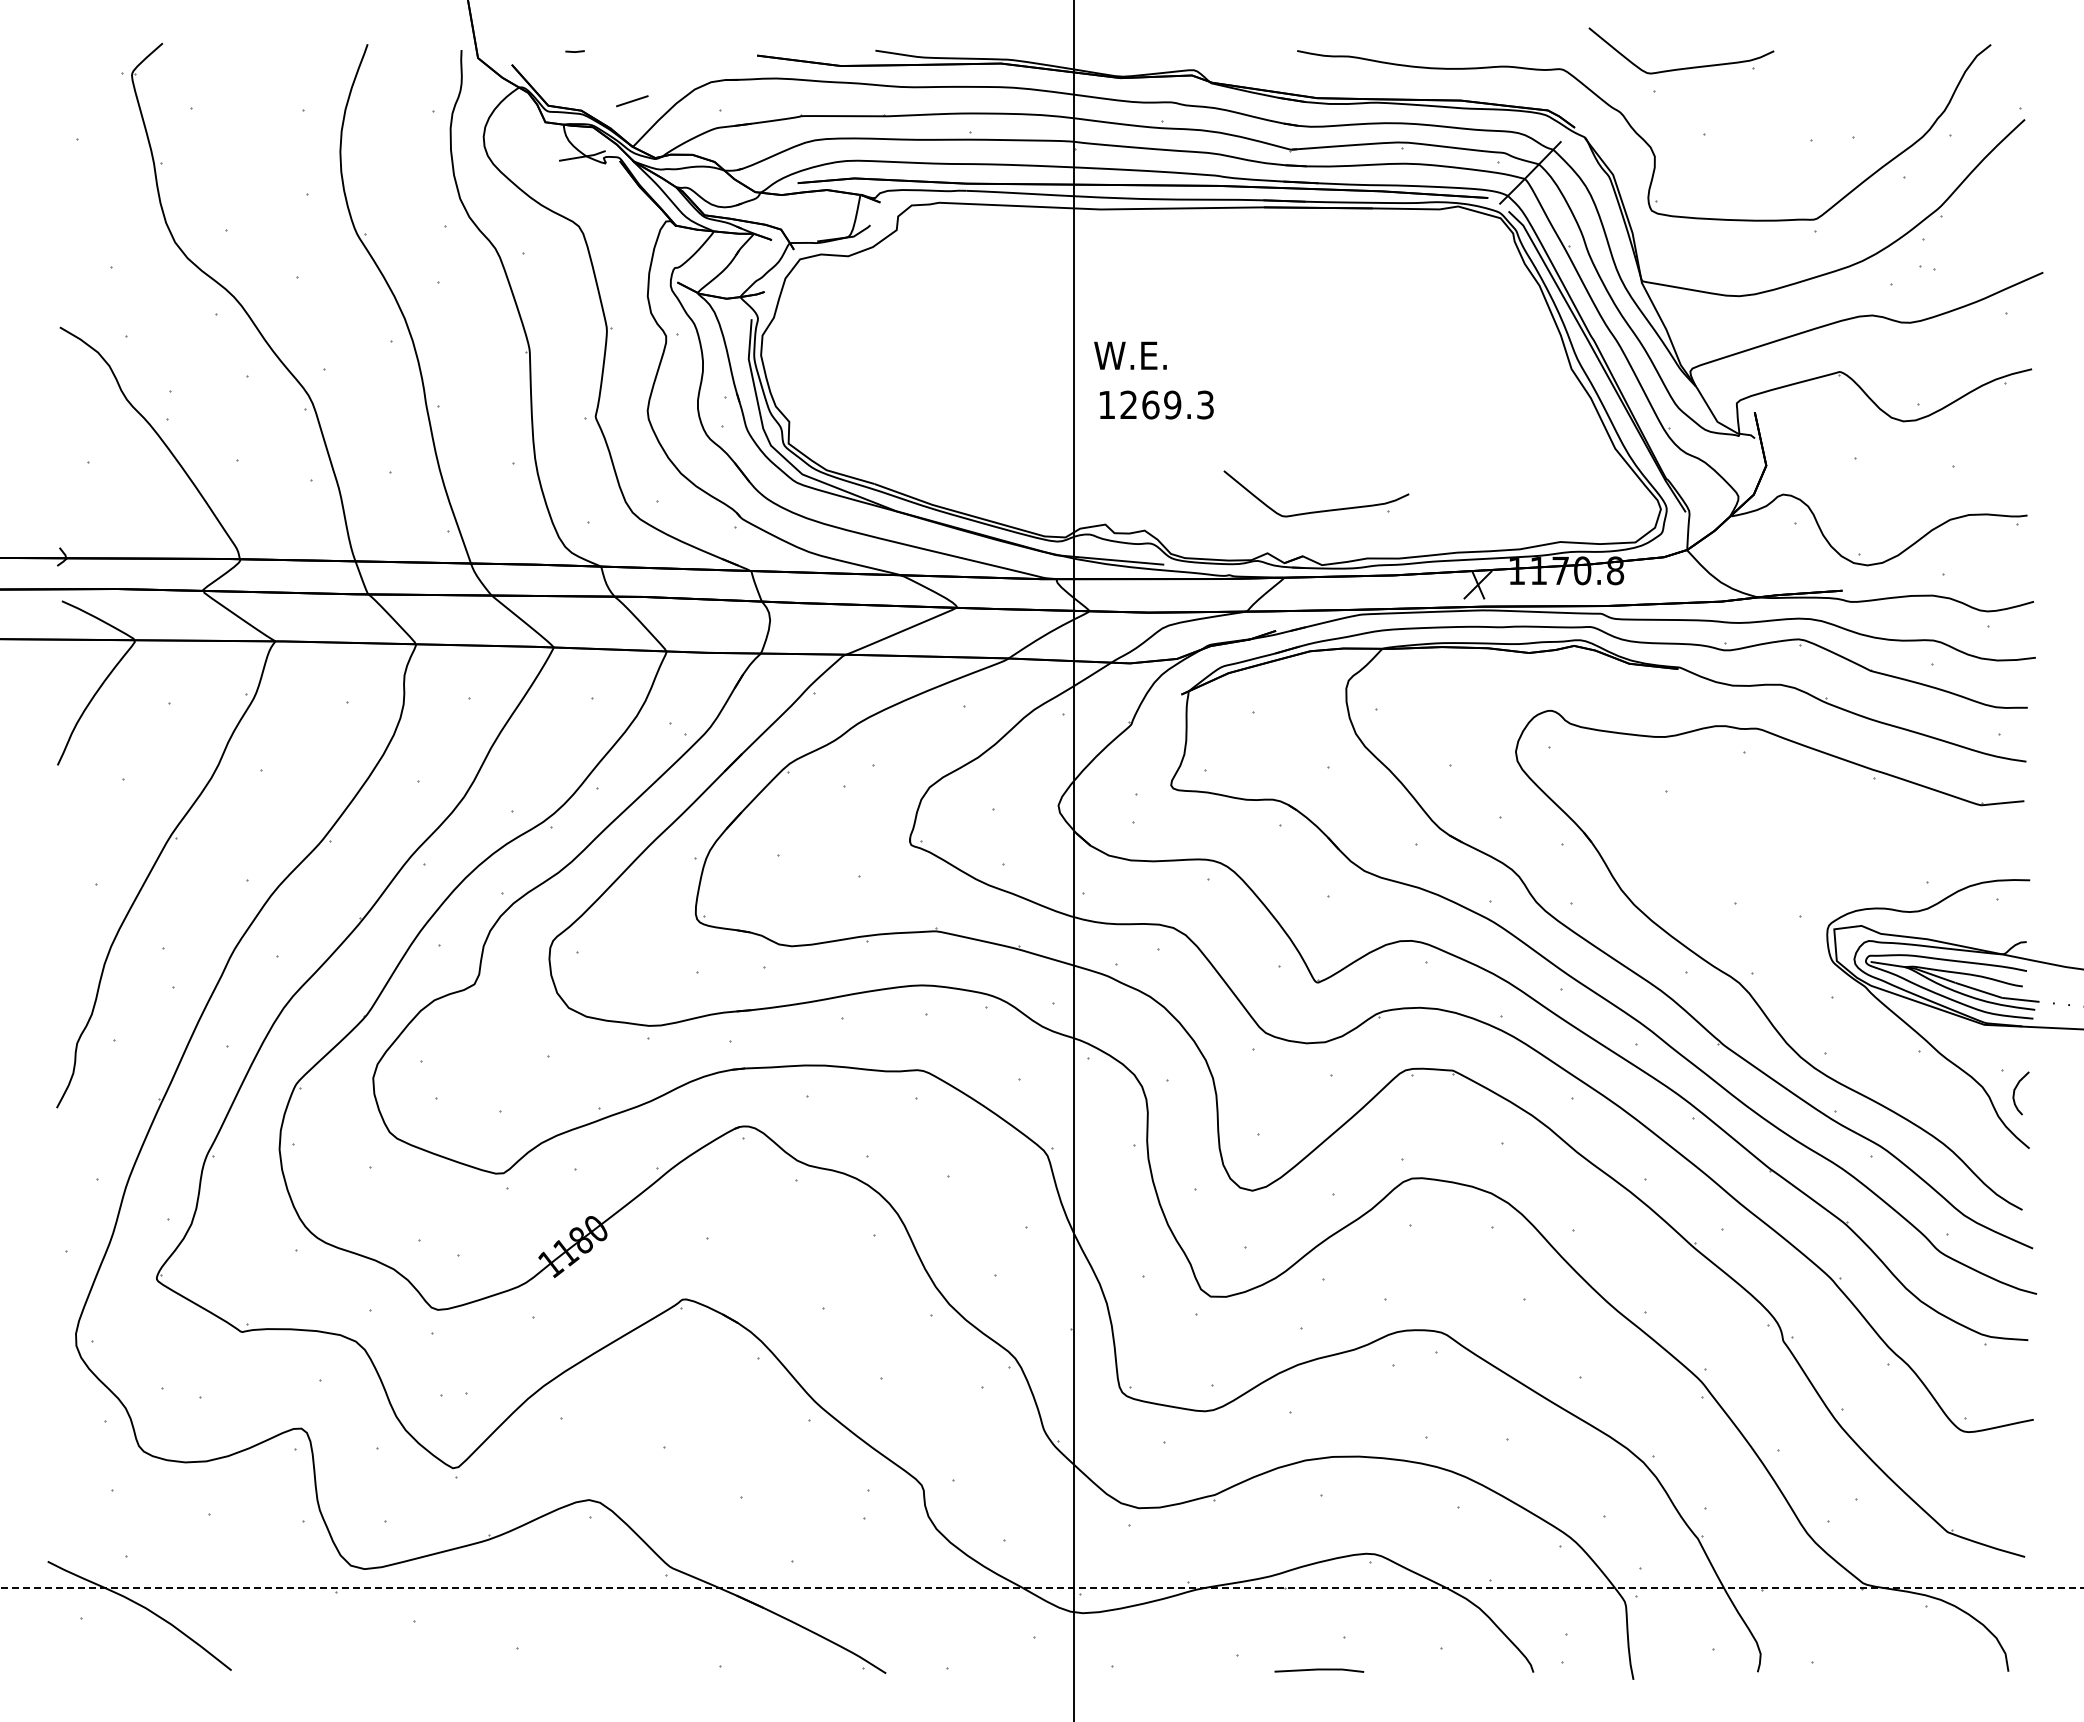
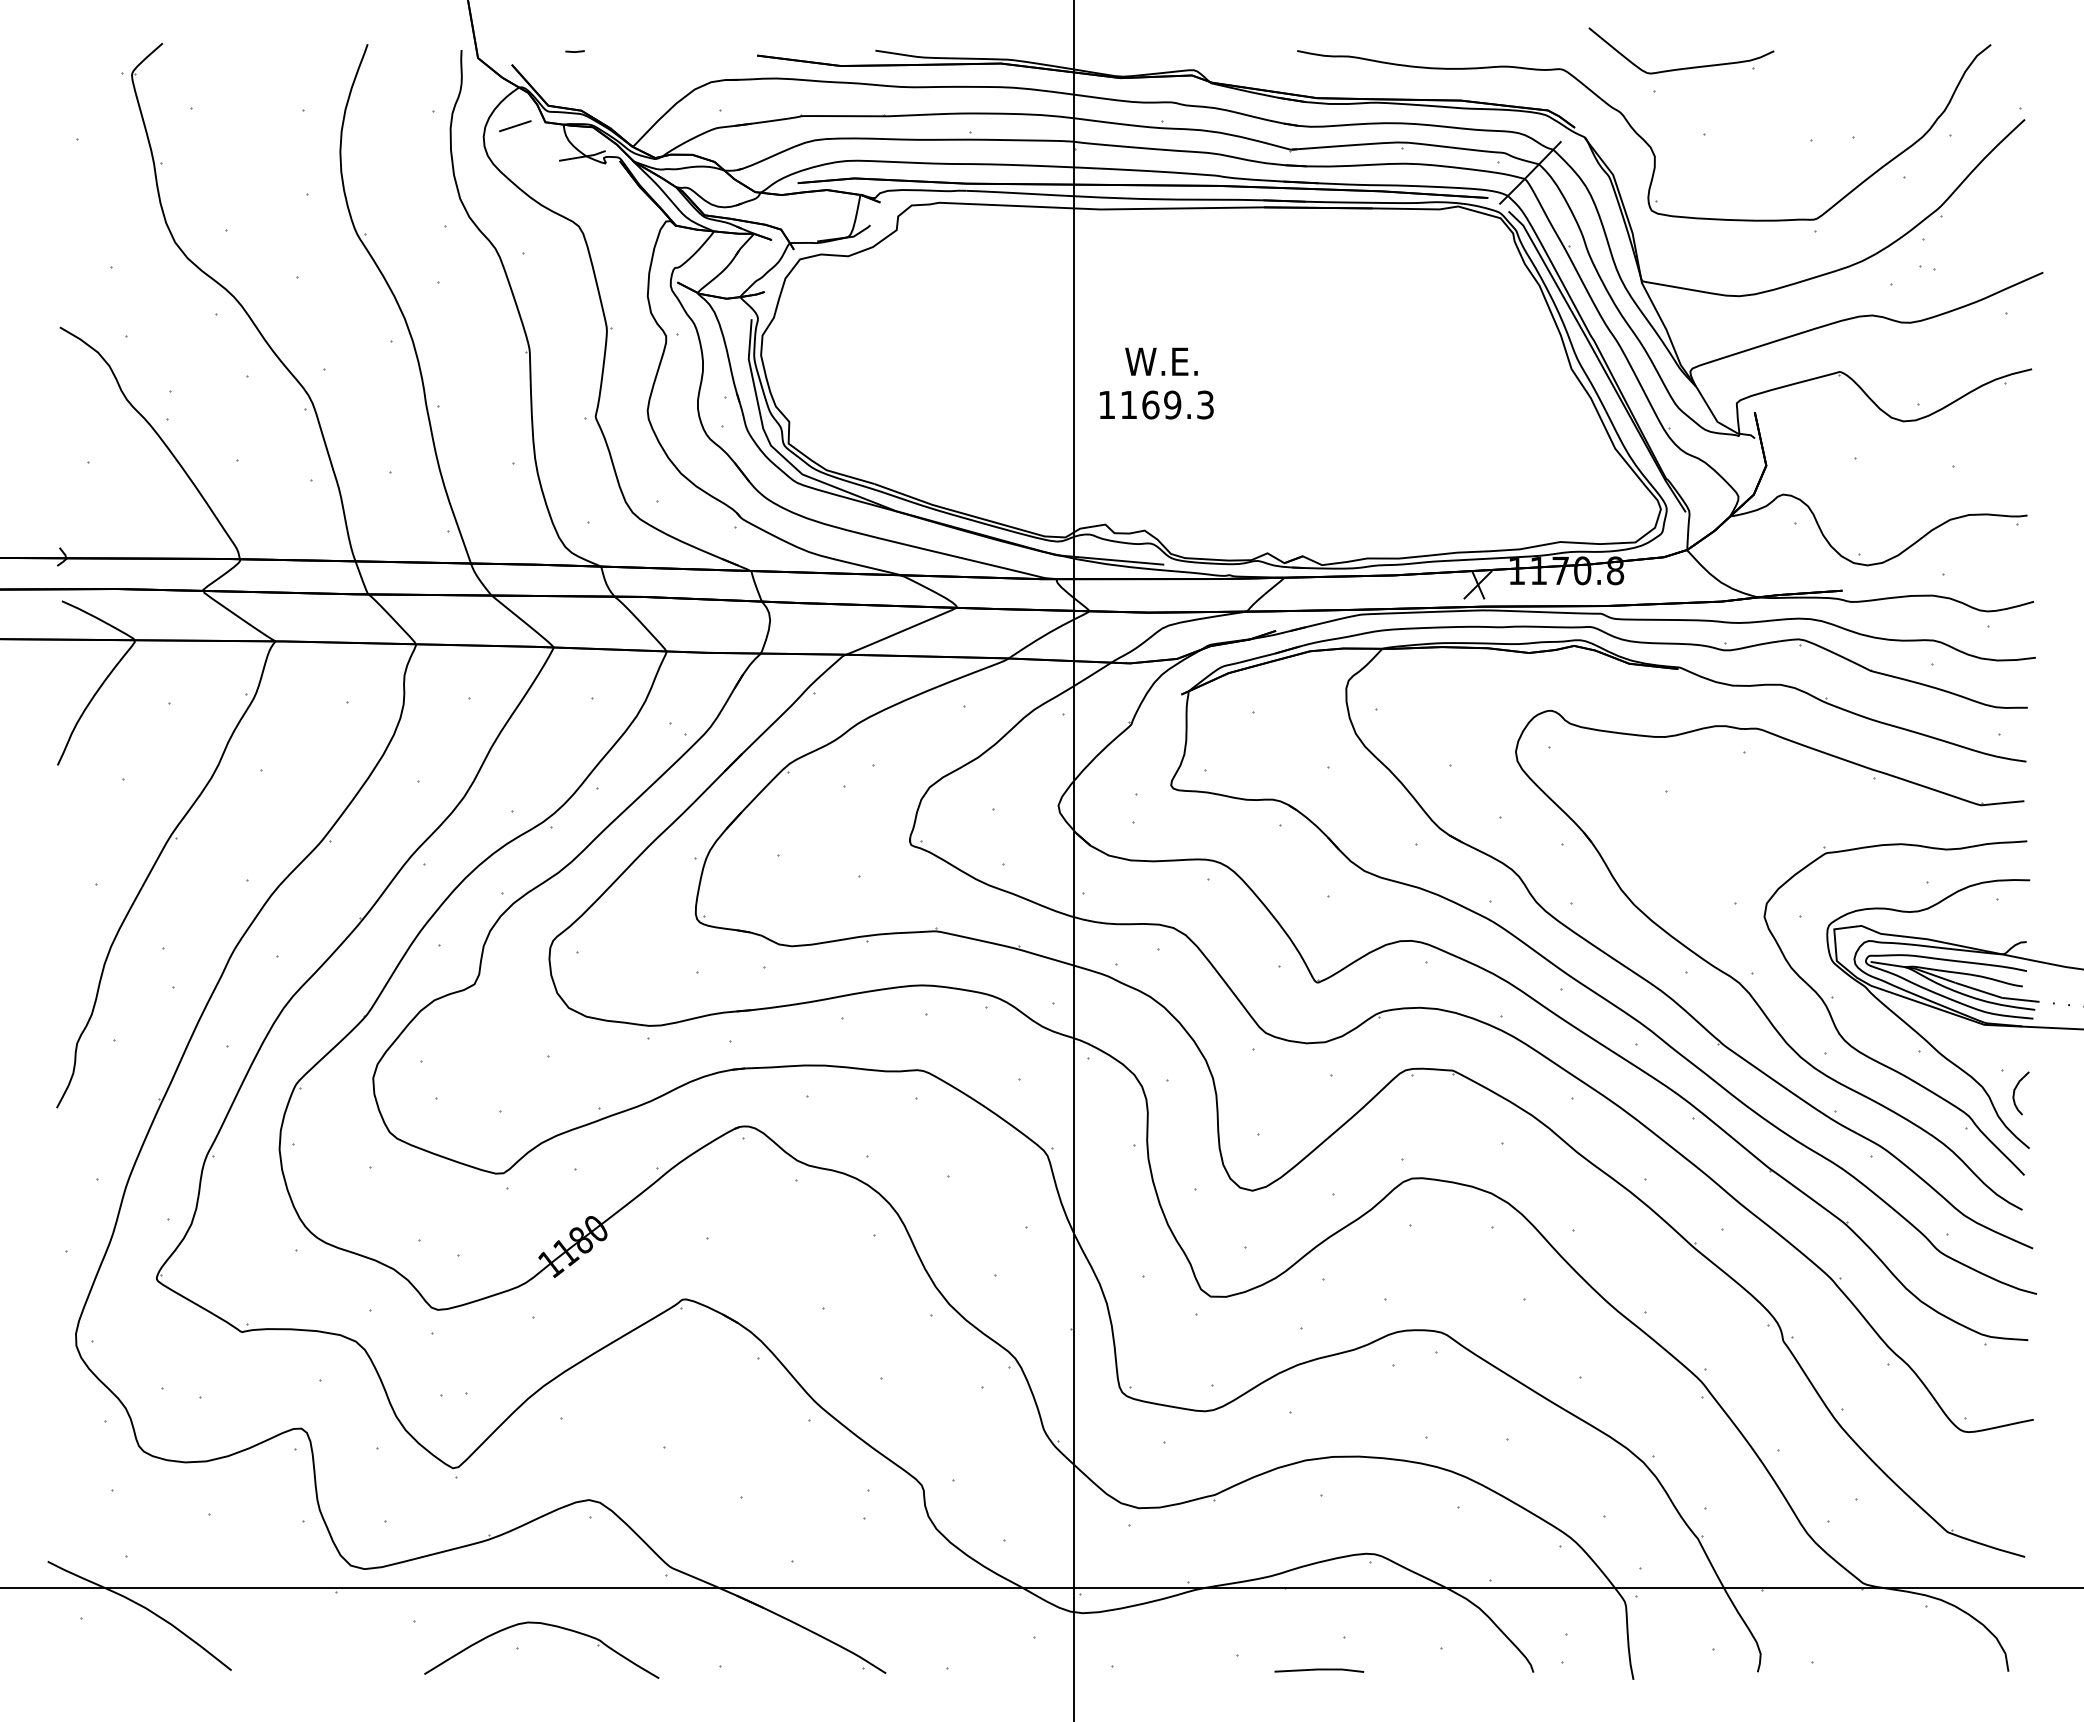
line at (632, 101) position: (632, 101) -> (515, 126)
text at (1130, 355) position: (1130, 355) -> (1161, 361)
text at (1128, 404): 1269.3 -> 1169.3
part at (1319, 510): present -> none
part at (1871, 1057): none -> present
line at (1040, 1587): dashed -> solid
part at (546, 1625): none -> present
